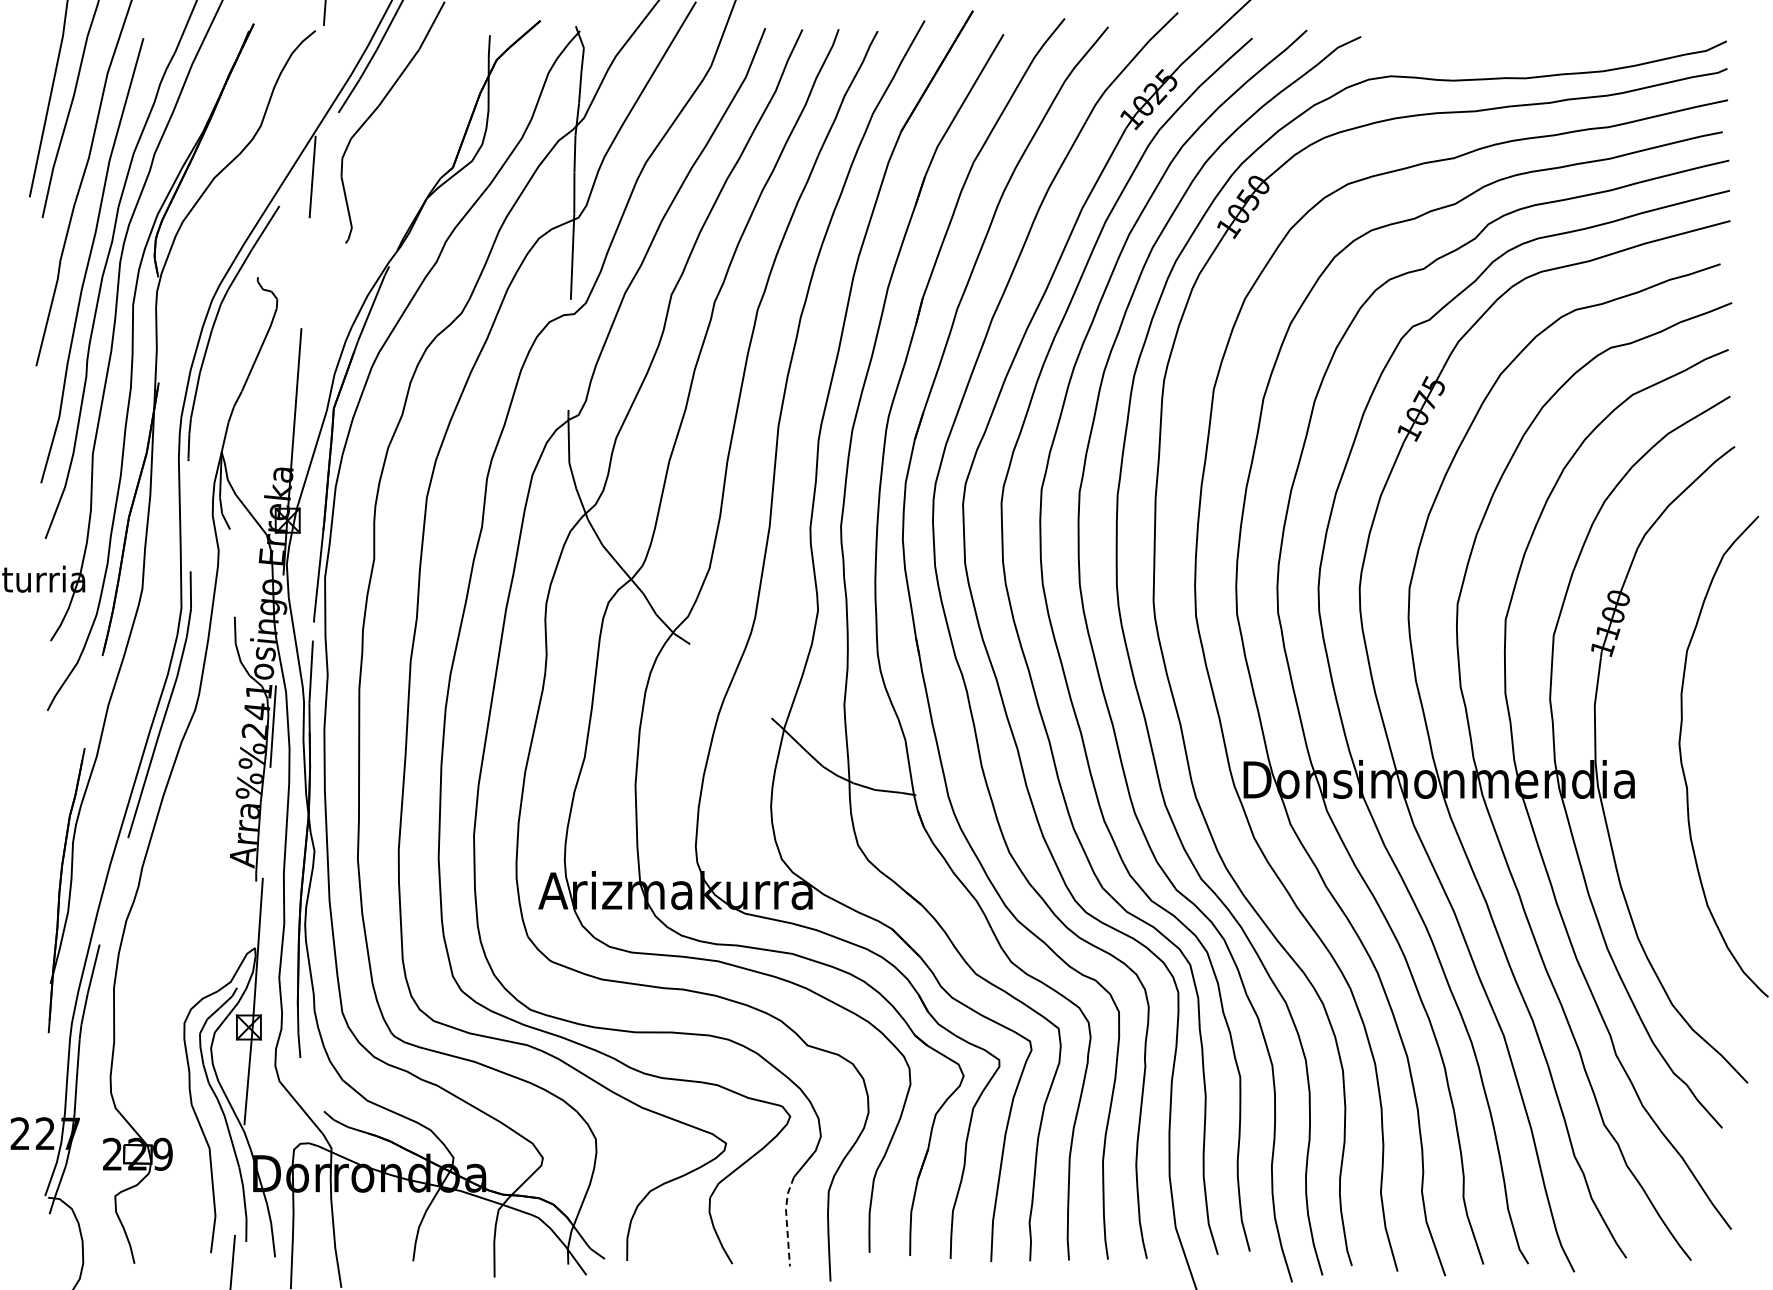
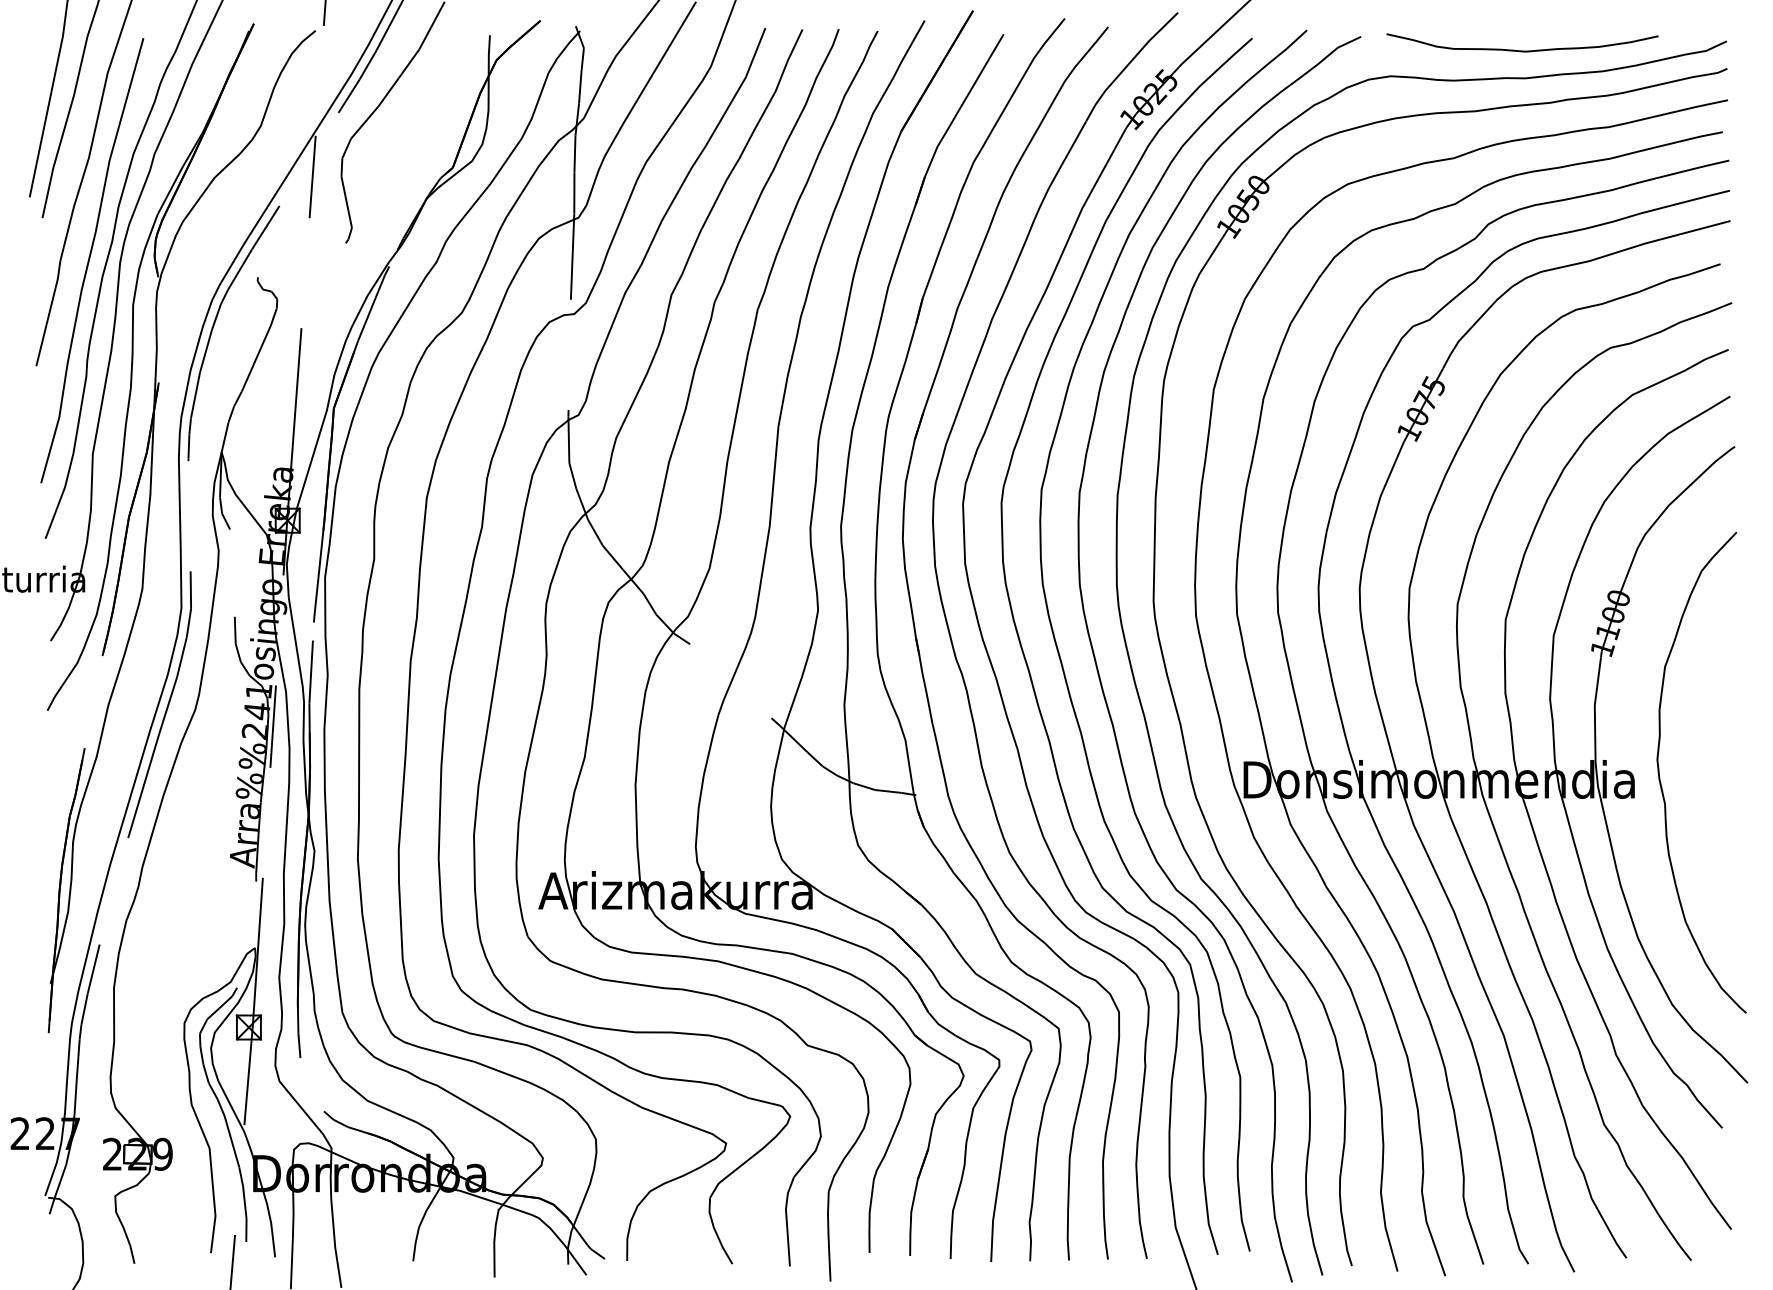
curve at (1522, 50): none -> present
curve at (1683, 766) position: (1683, 766) -> (1661, 782)
line at (786, 1220): dashed -> solid
